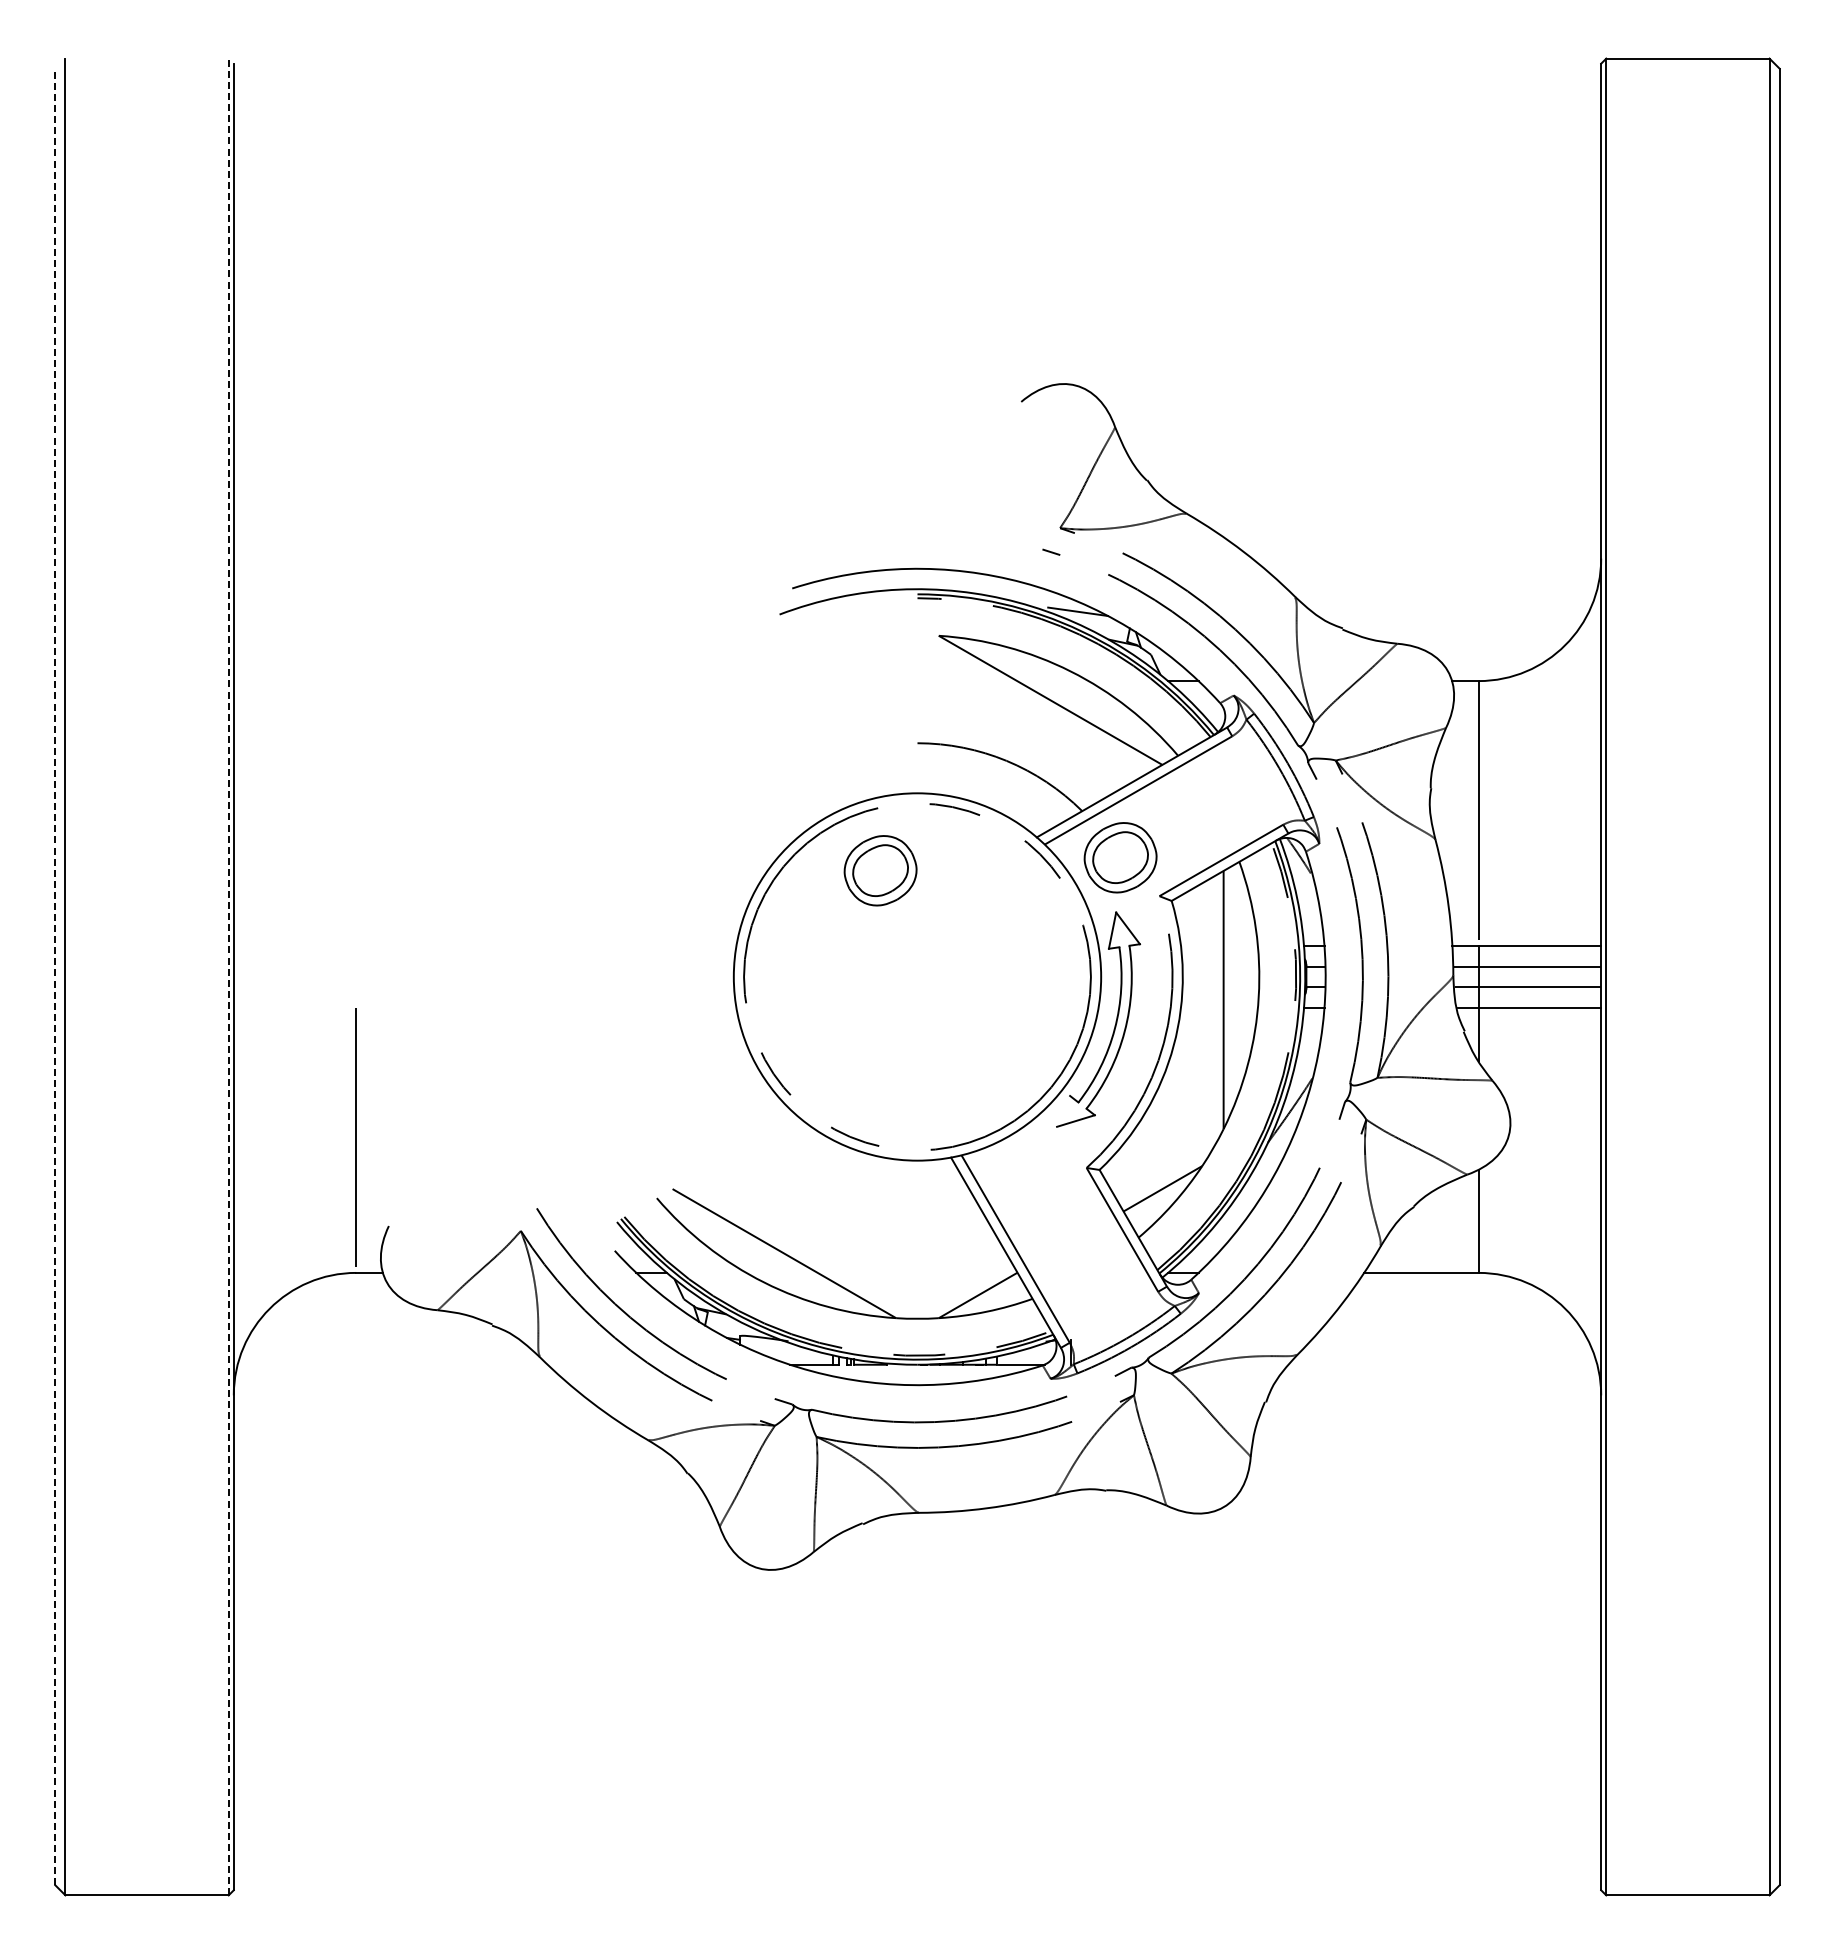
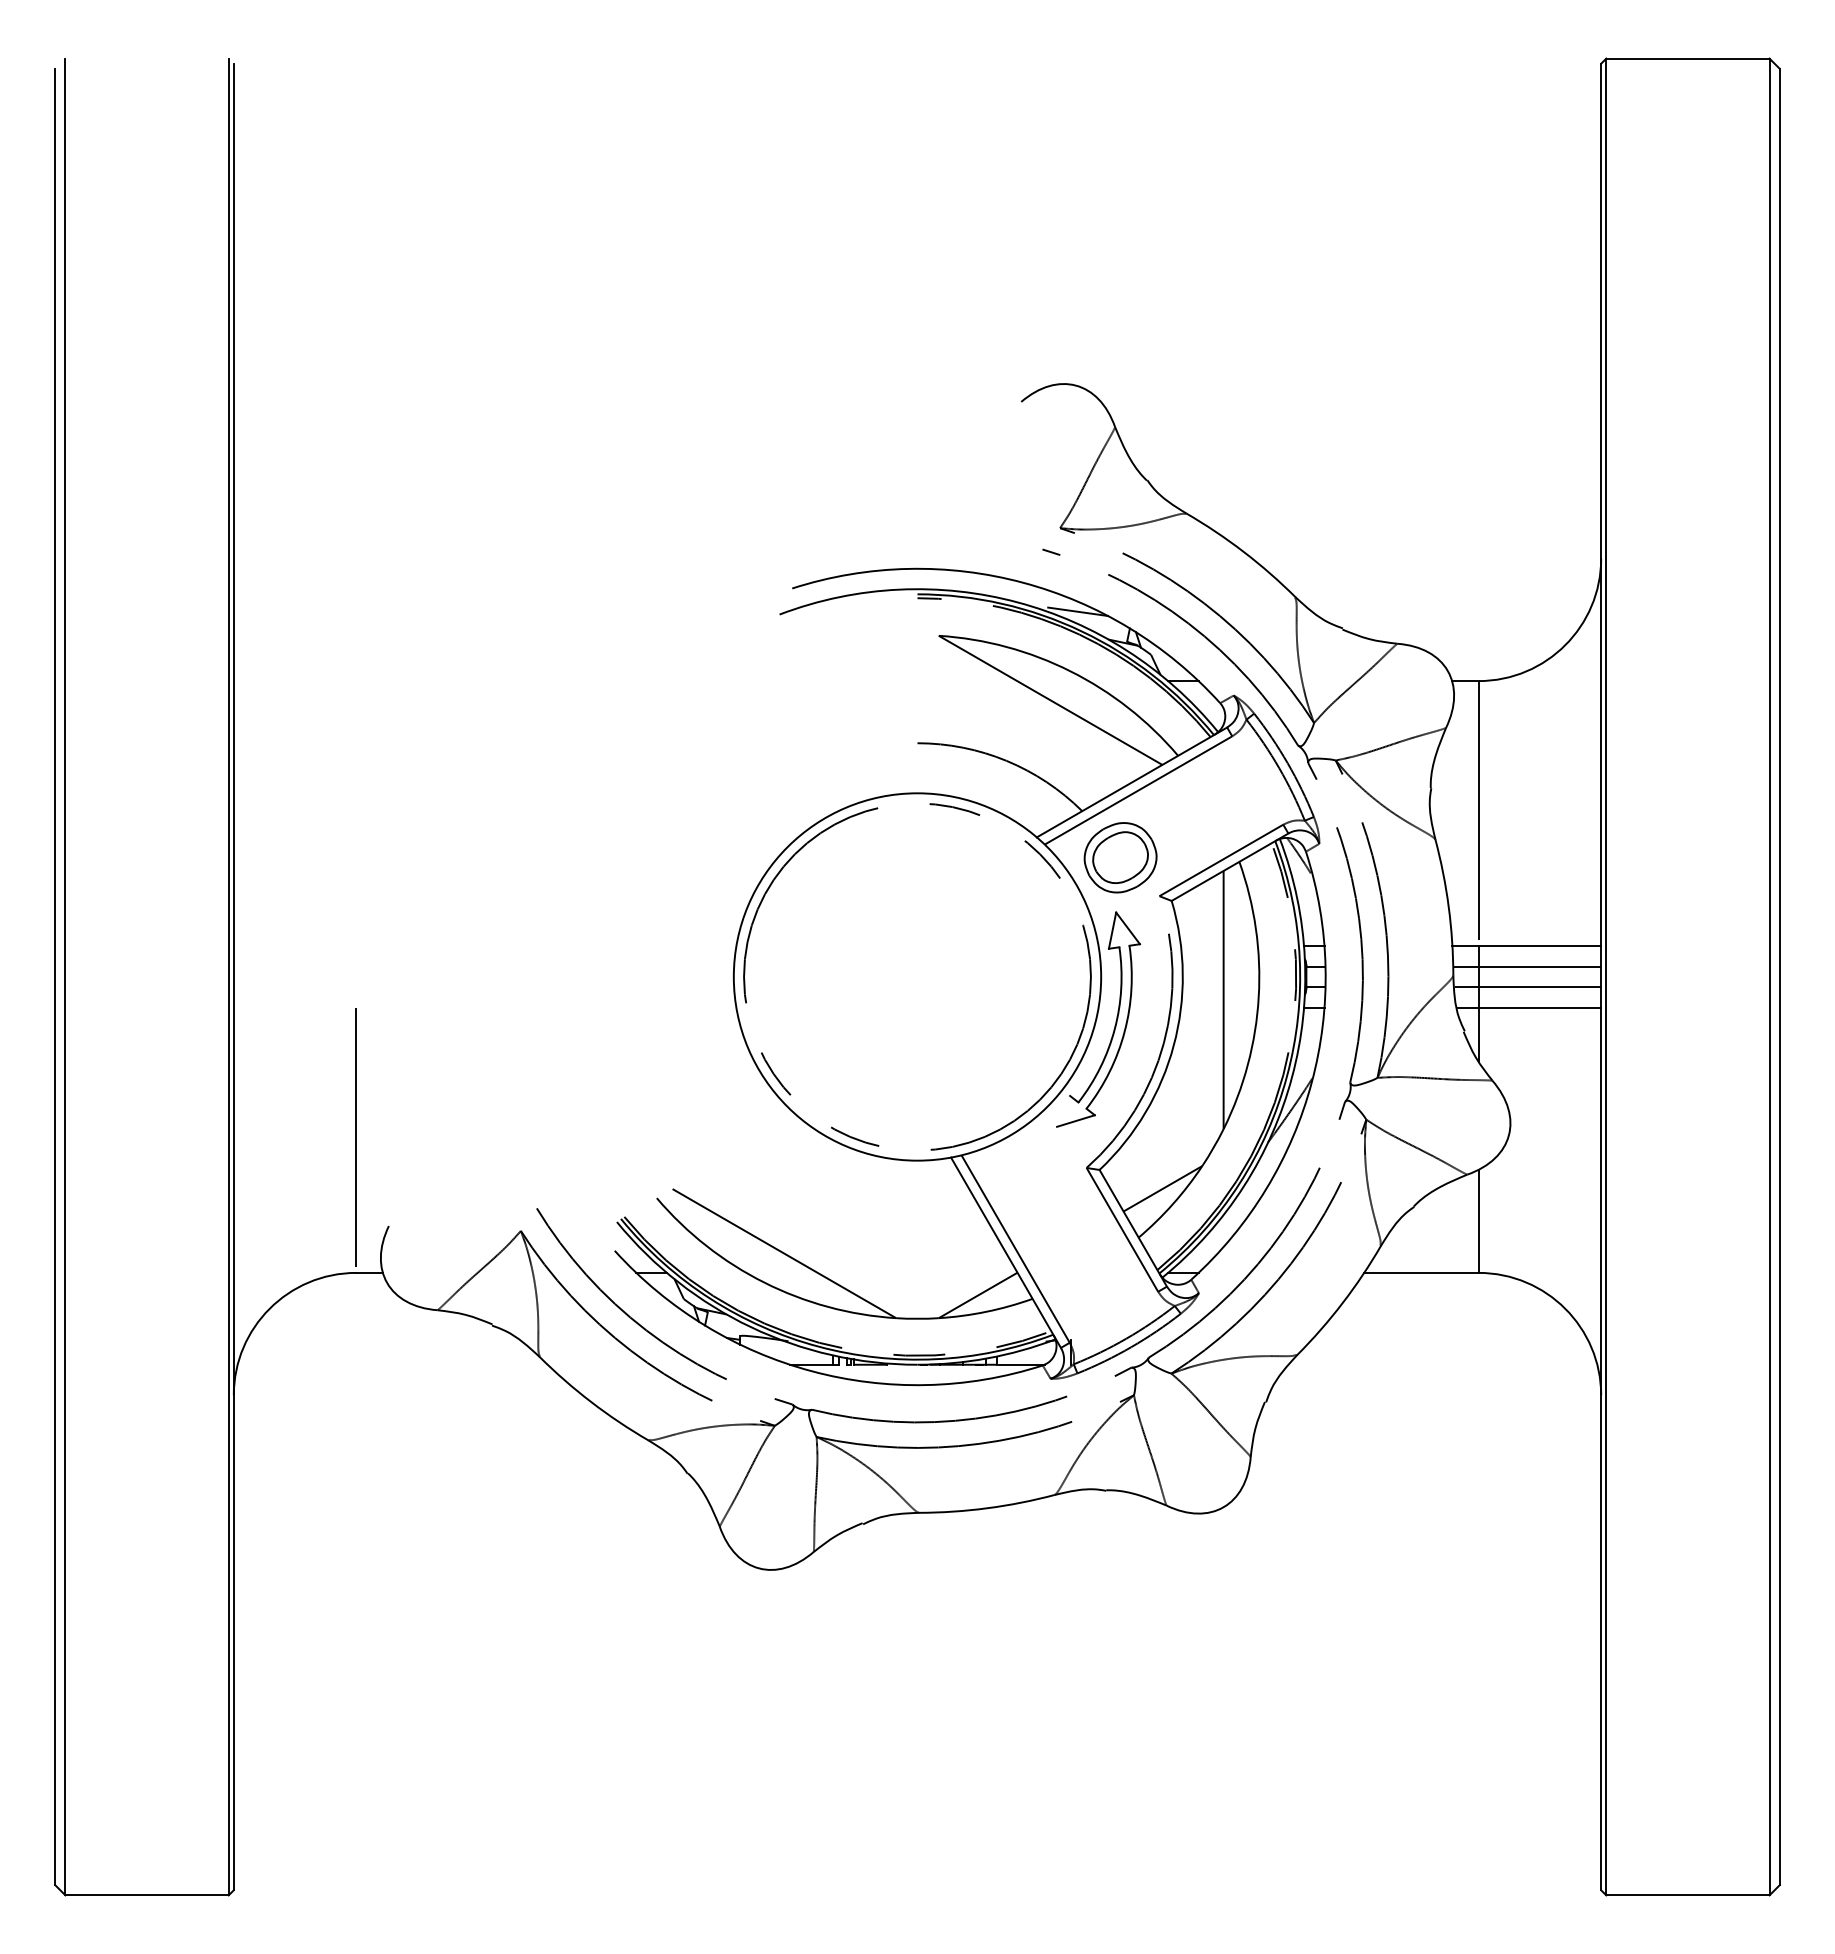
part at (880, 870): present -> none
line at (55, 976): dashed -> solid
line at (228, 976): dashed -> solid
